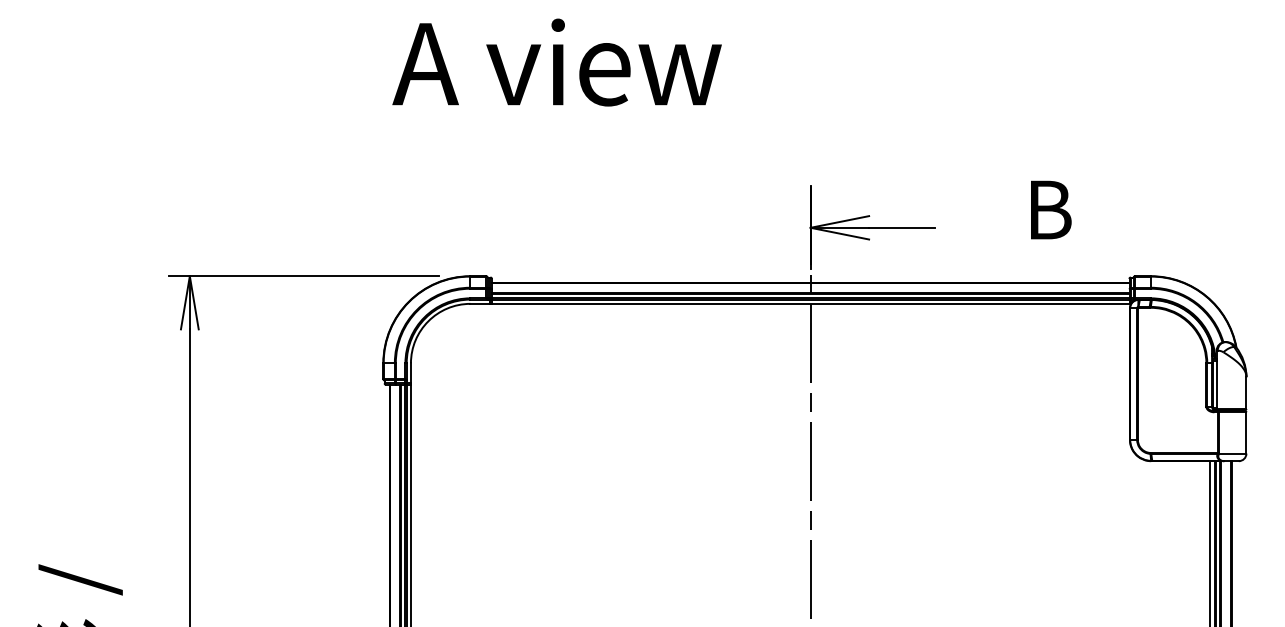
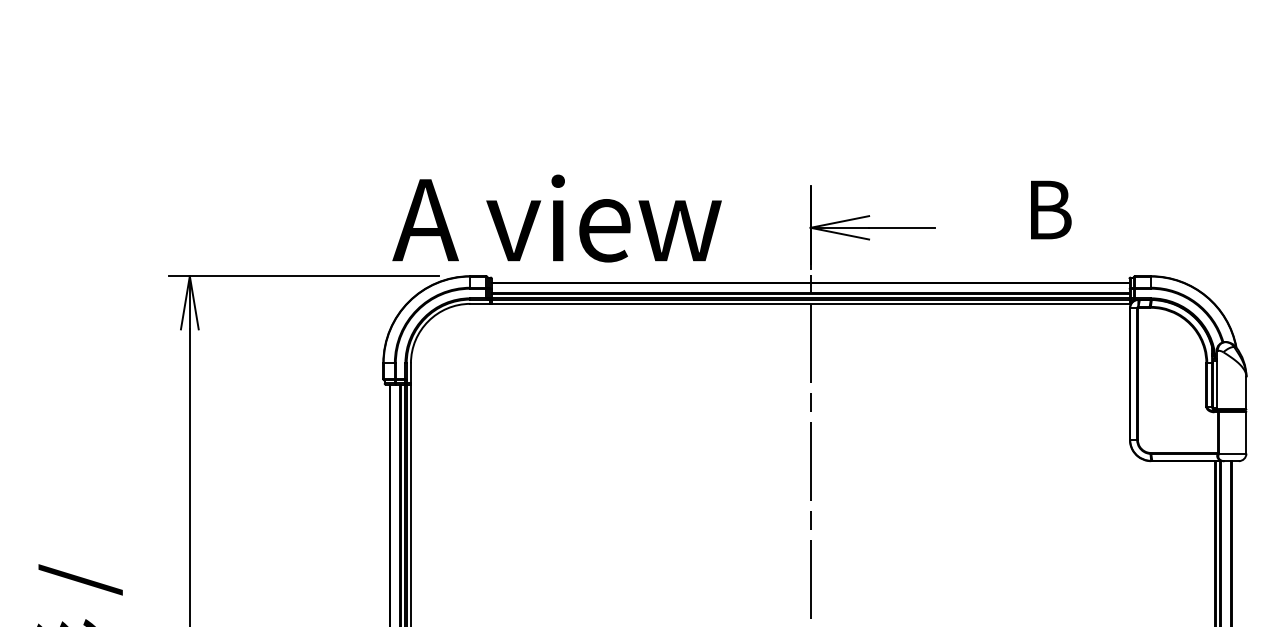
text at (556, 62) position: (556, 62) -> (556, 218)
line at (1210, 542): present -> none
